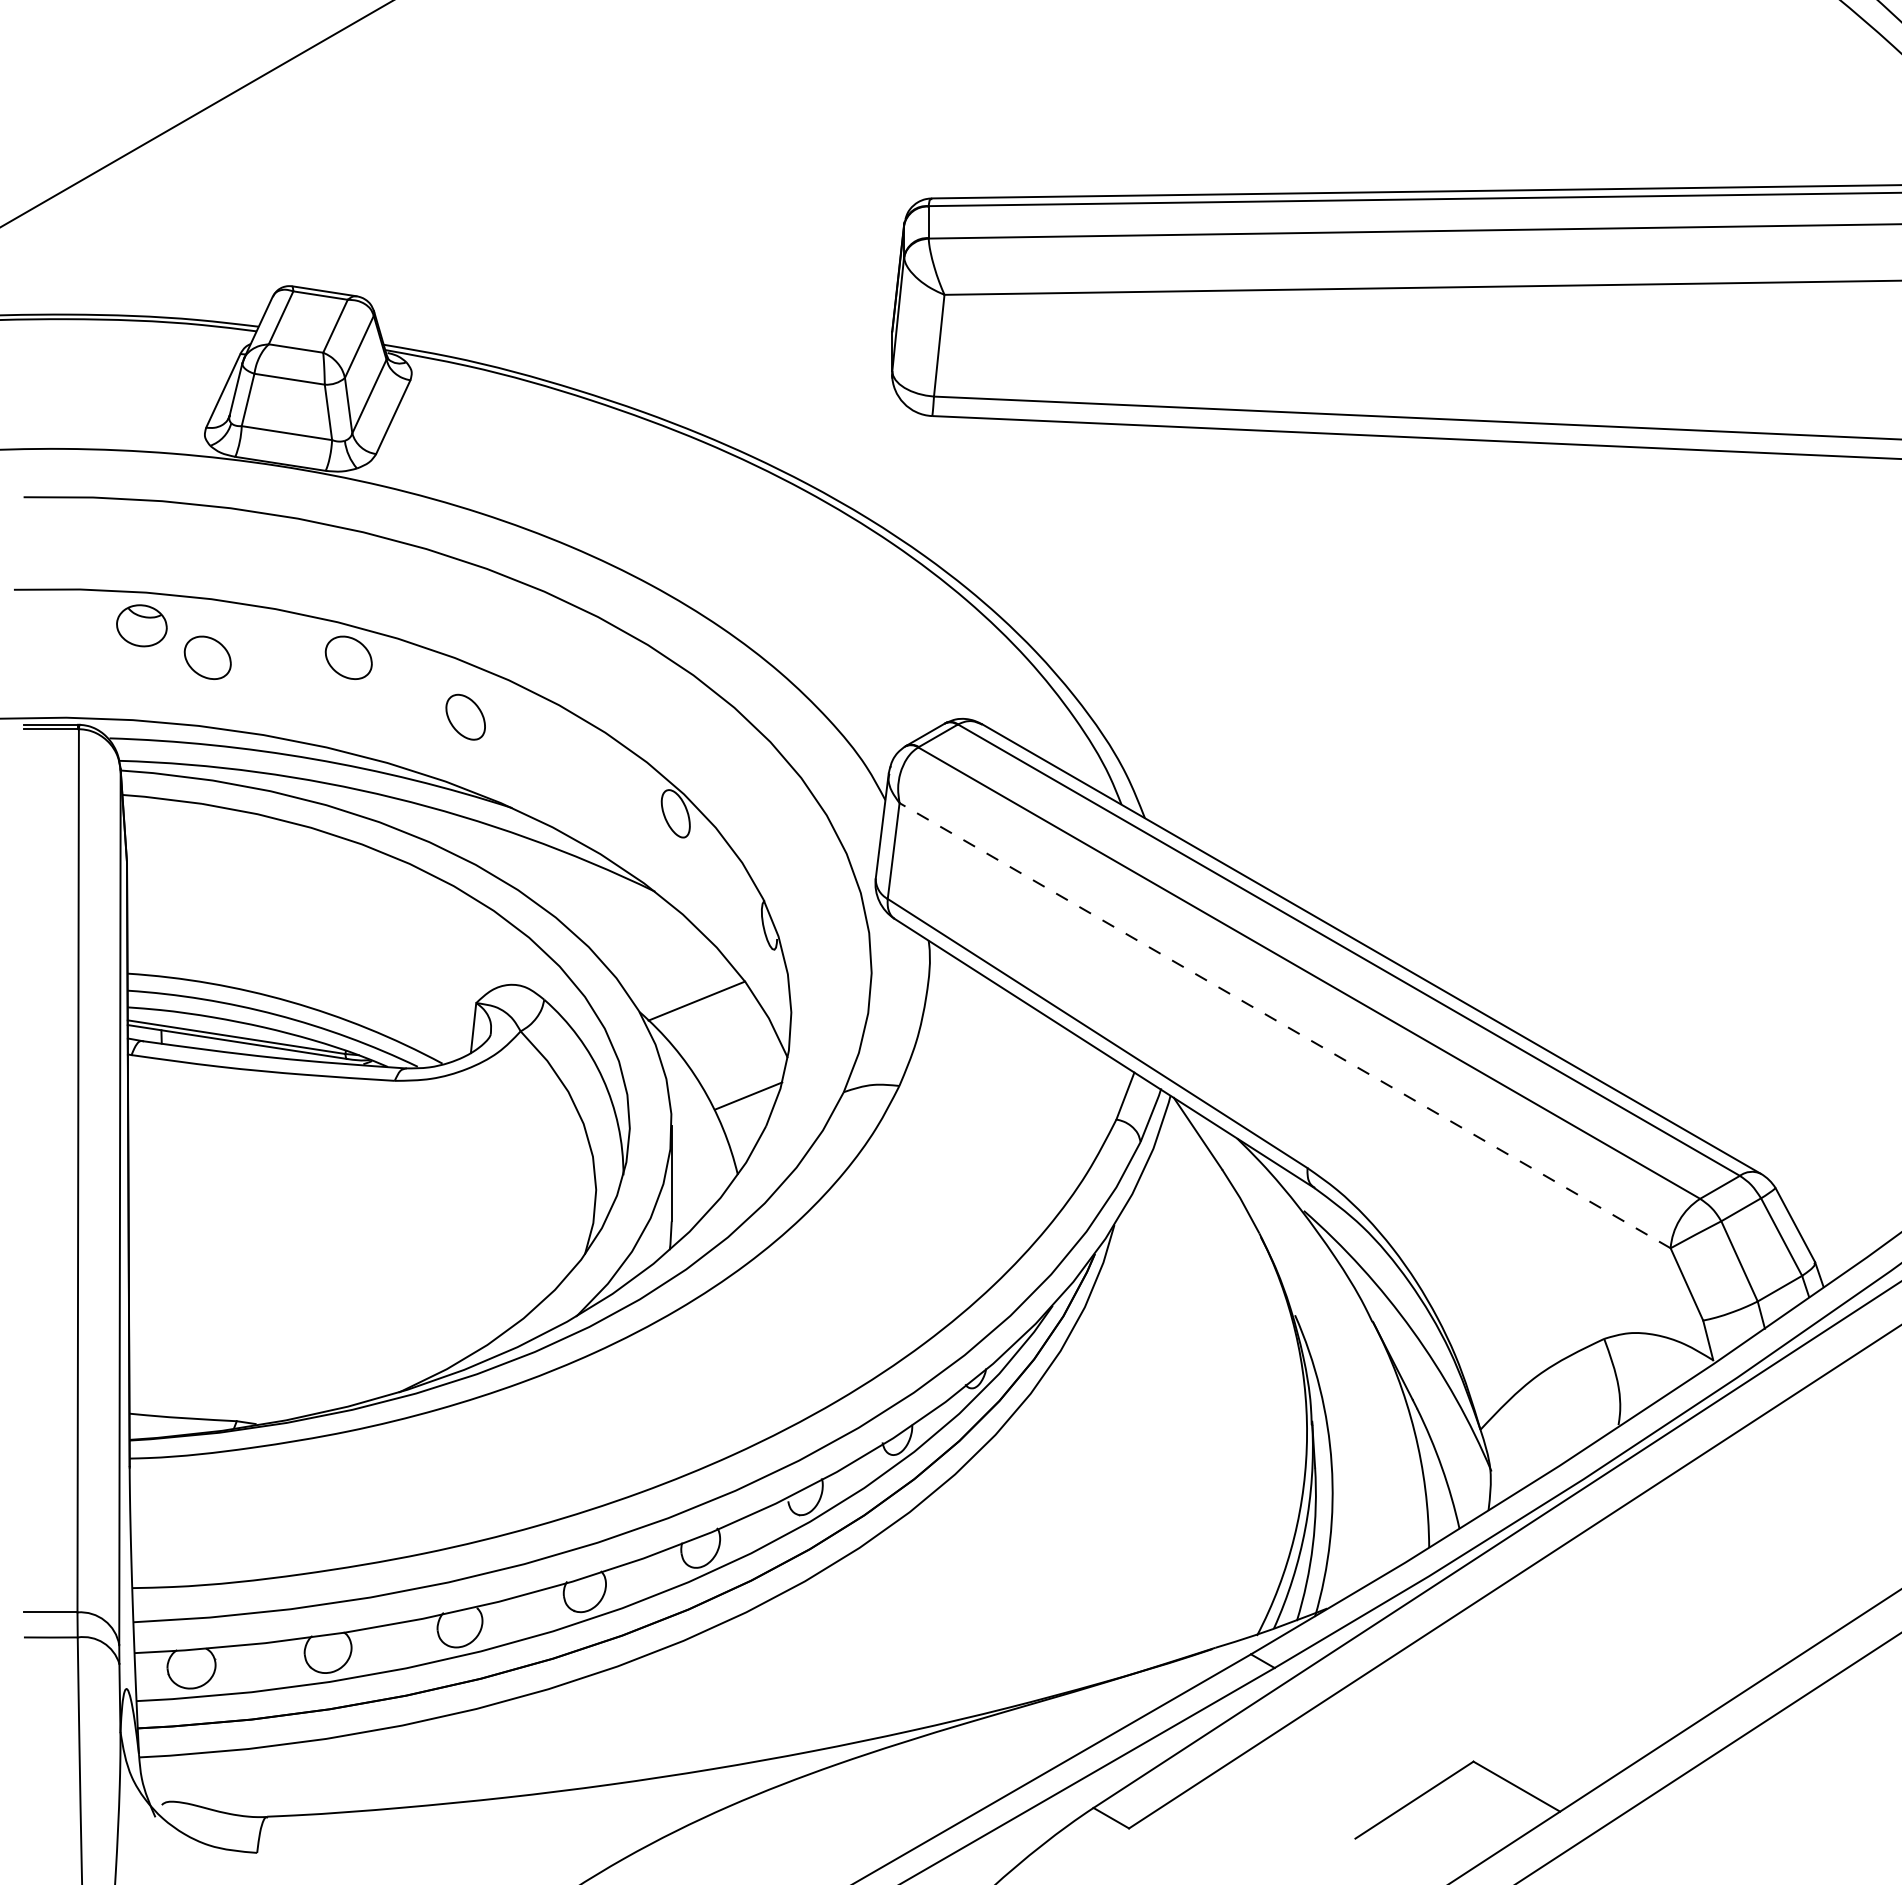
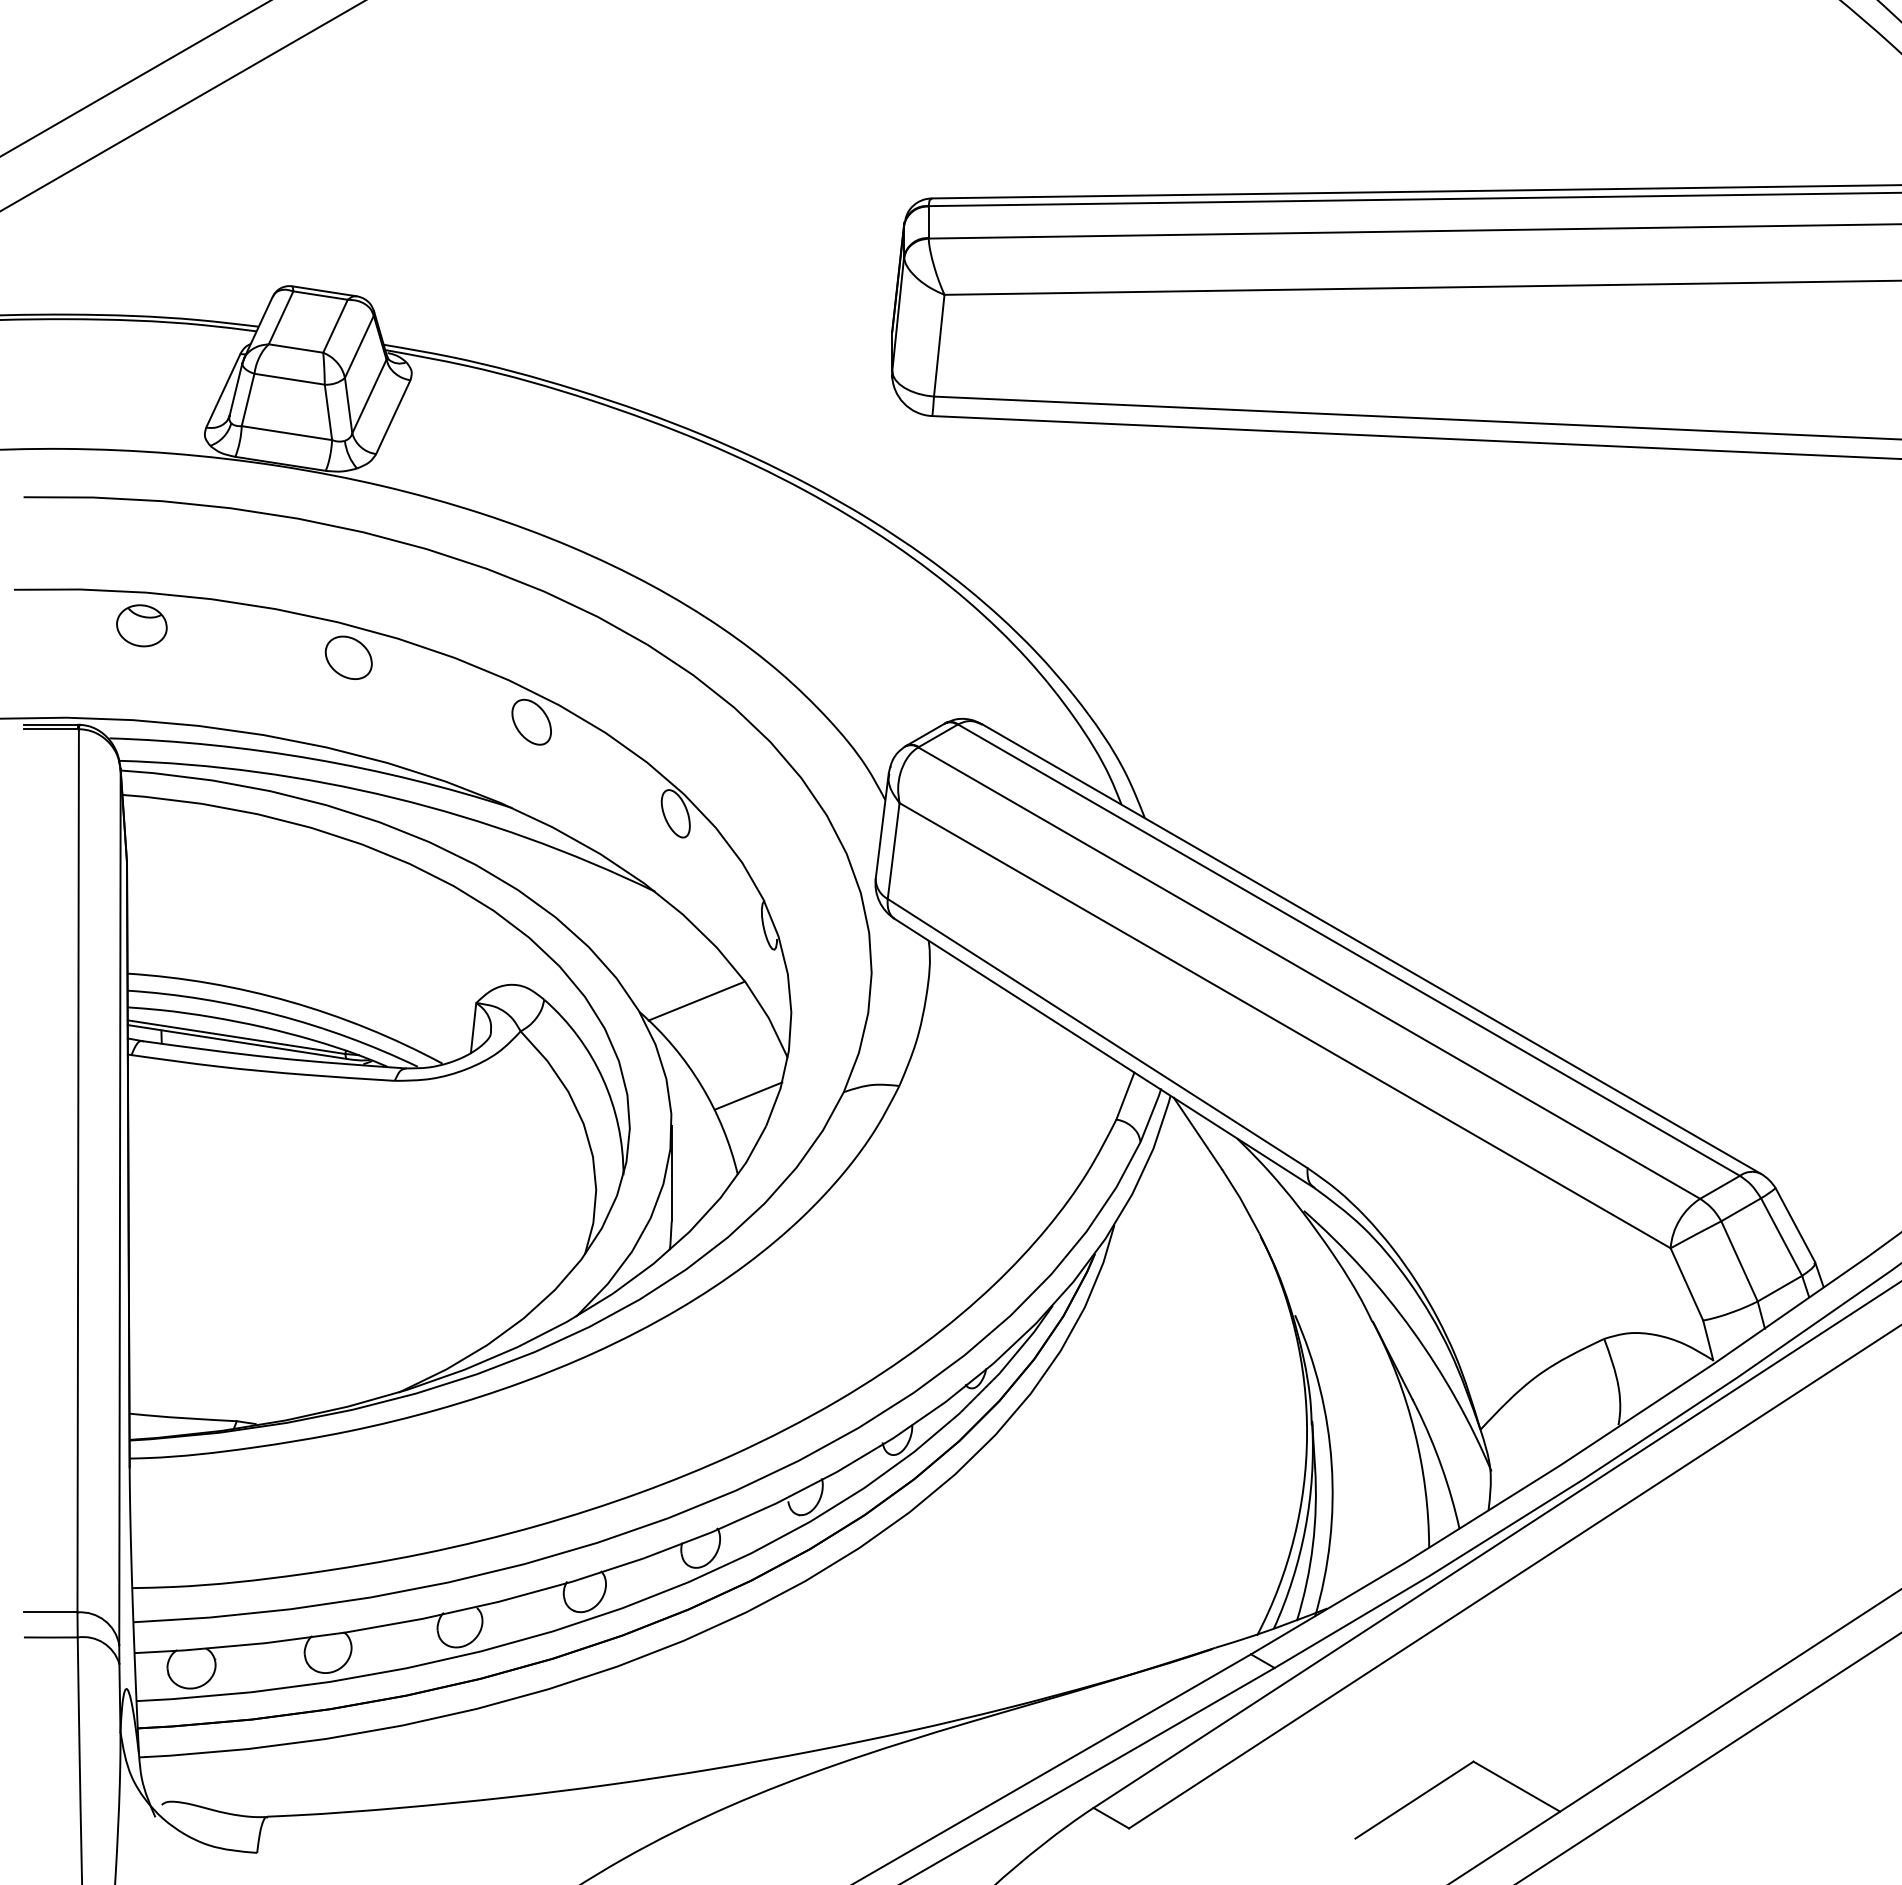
line at (134, 78): none -> present
line at (196, 114) position: (196, 114) -> (182, 106)
part at (207, 657): present -> none
part at (465, 716) position: (465, 716) -> (531, 721)
line at (1284, 1025): dashed -> solid
